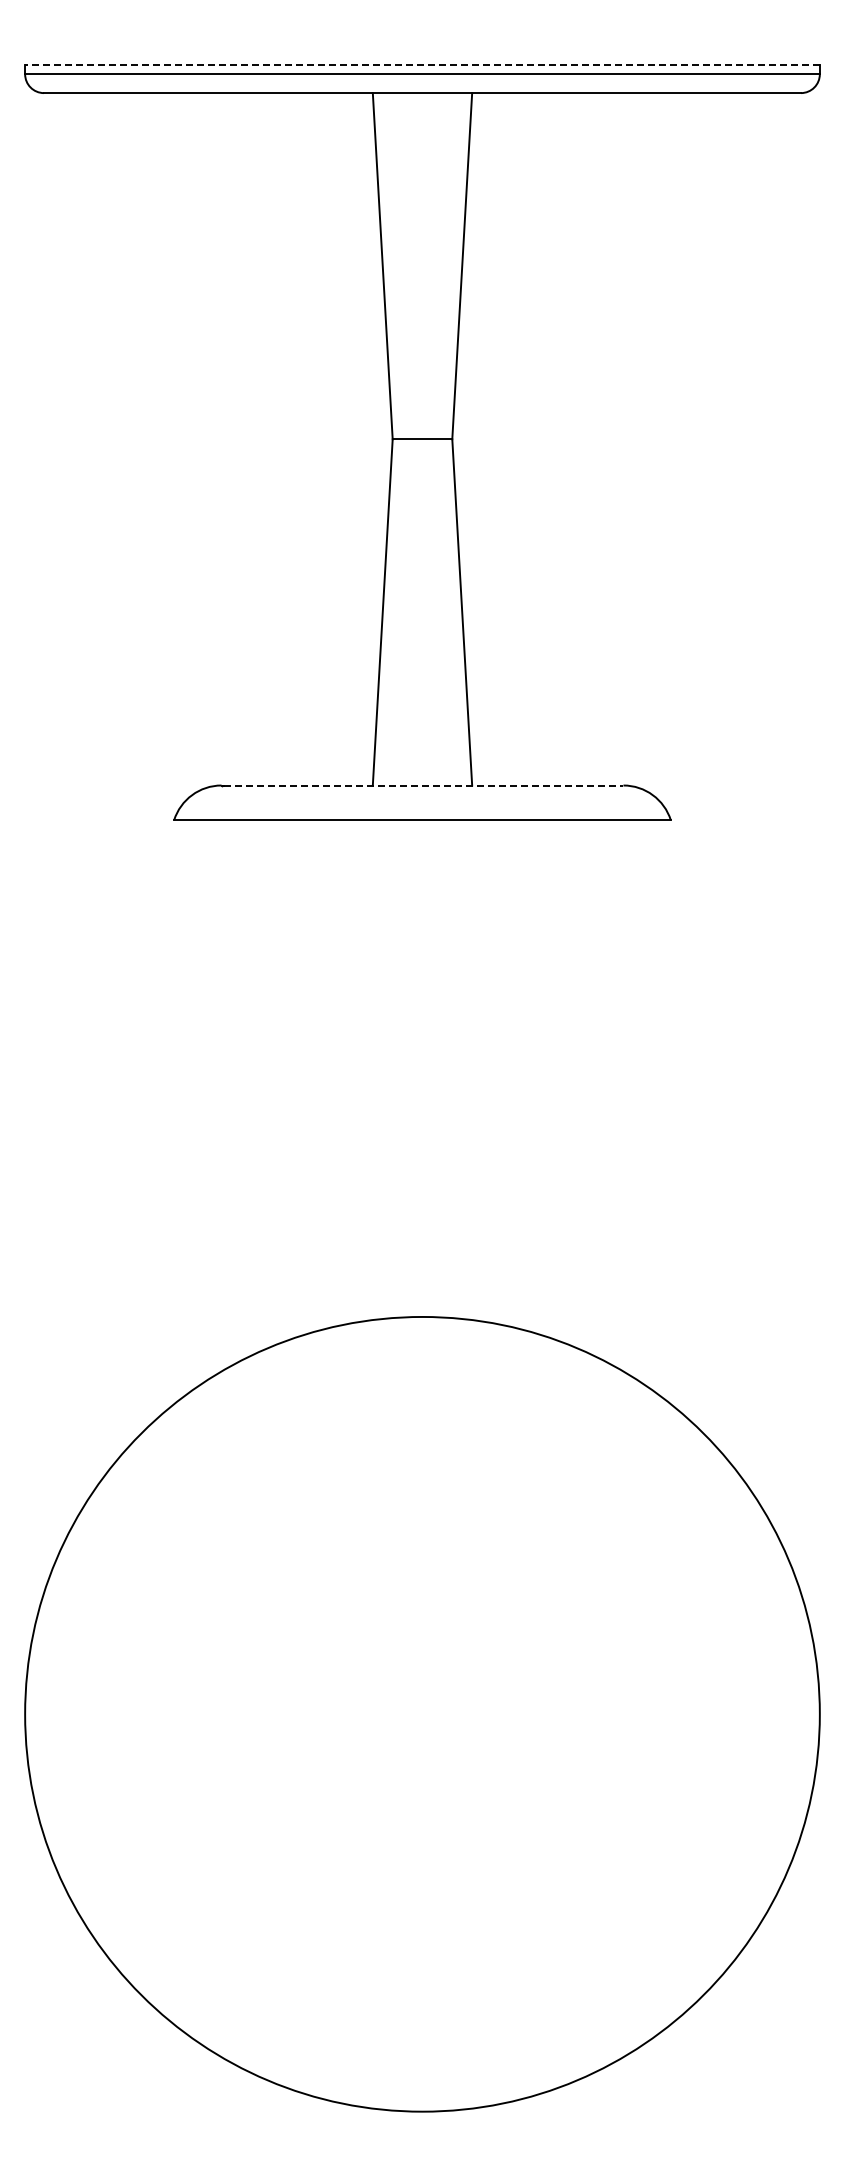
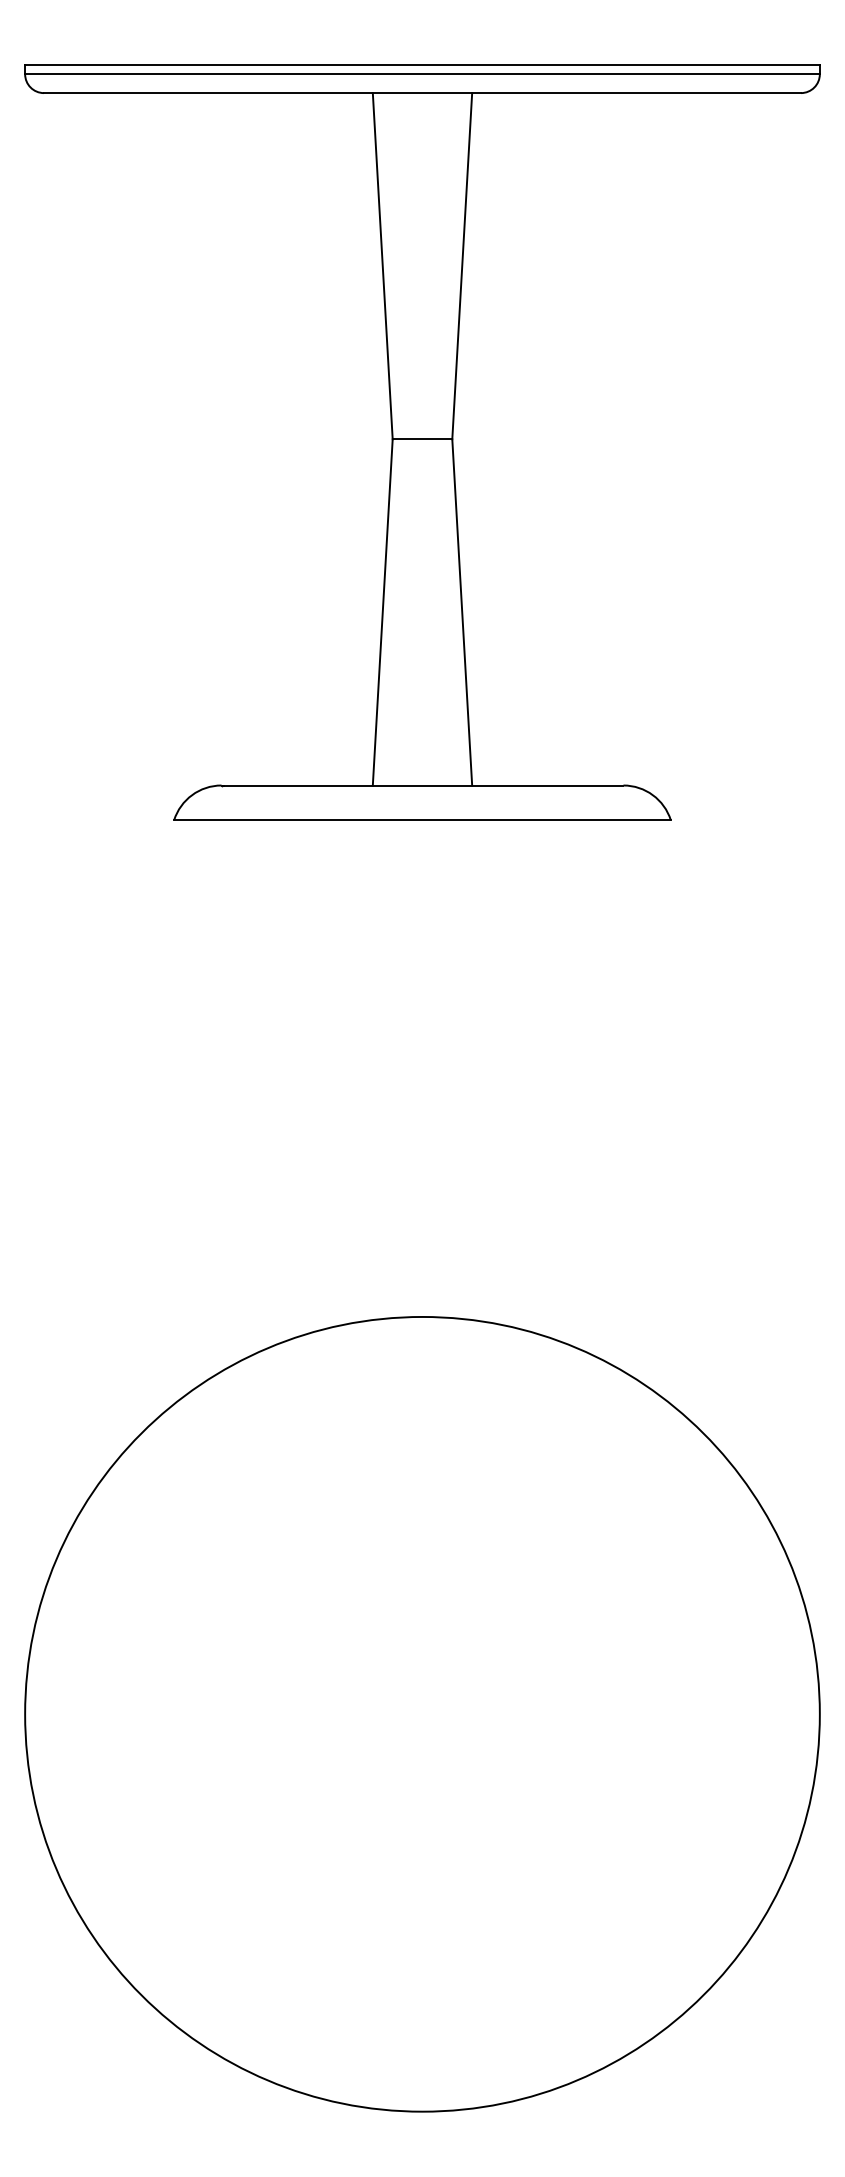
line at (422, 65): dashed -> solid
line at (423, 785): dashed -> solid
